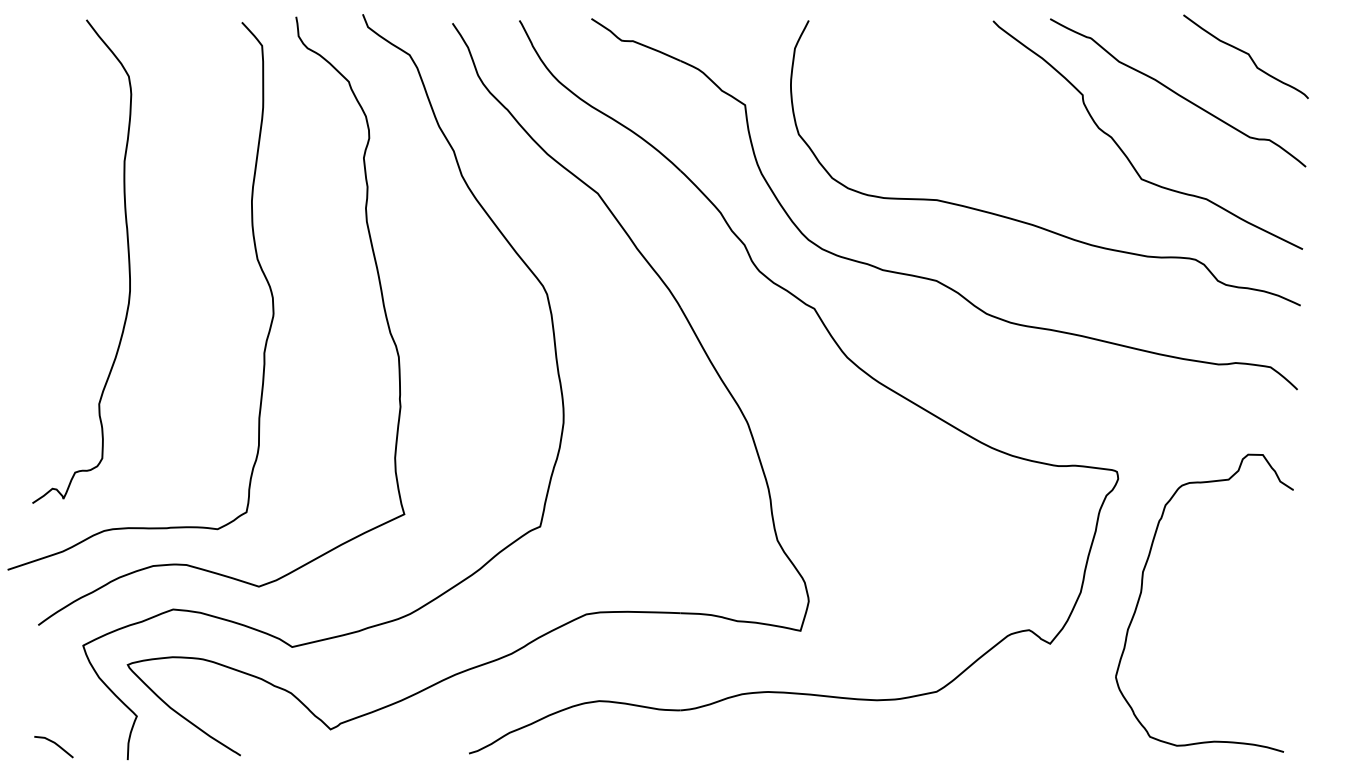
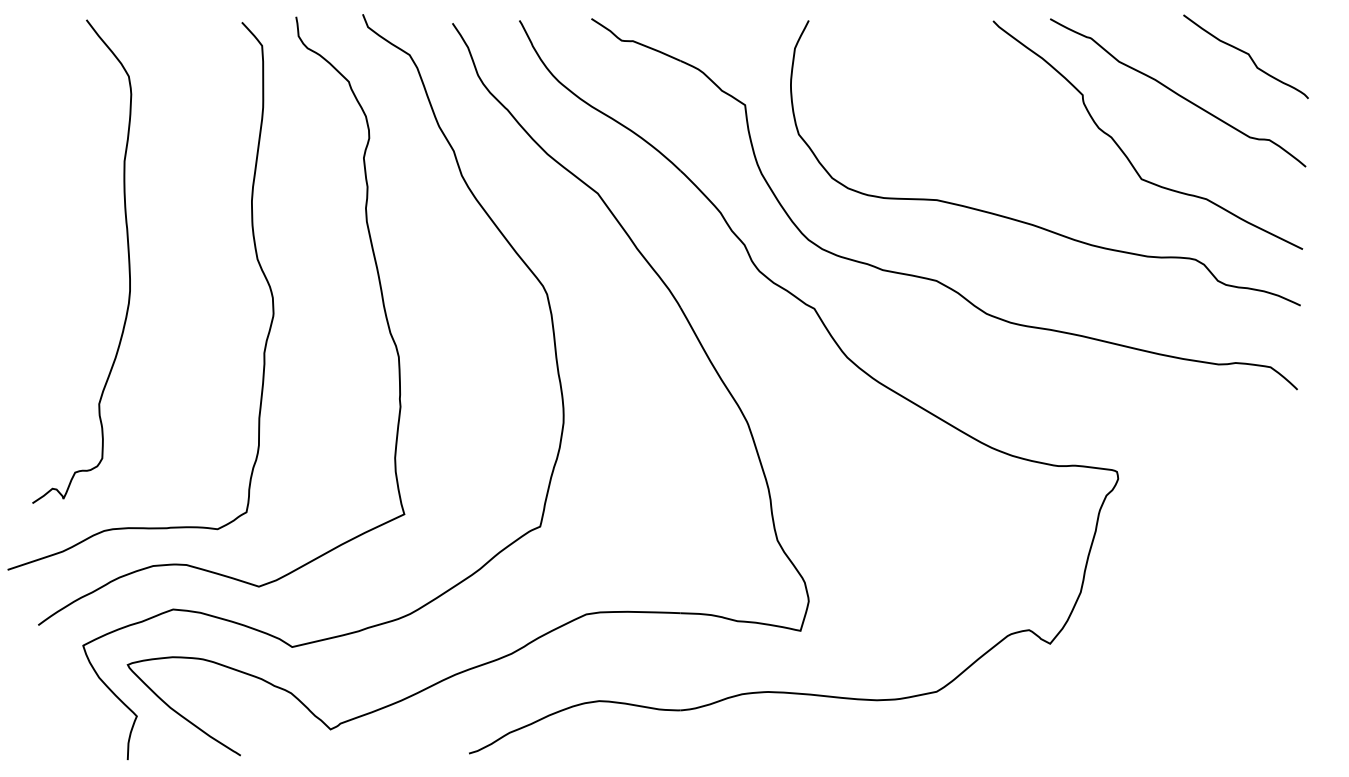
part at (1142, 591): present -> none
line at (55, 744): present -> none
